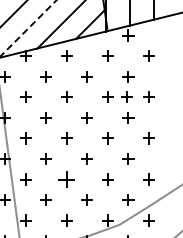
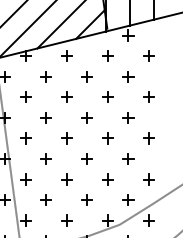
line at (28, 28): dashed -> solid
part at (126, 96): present -> none
part at (66, 179) size: 17x17 px -> 12x13 px
